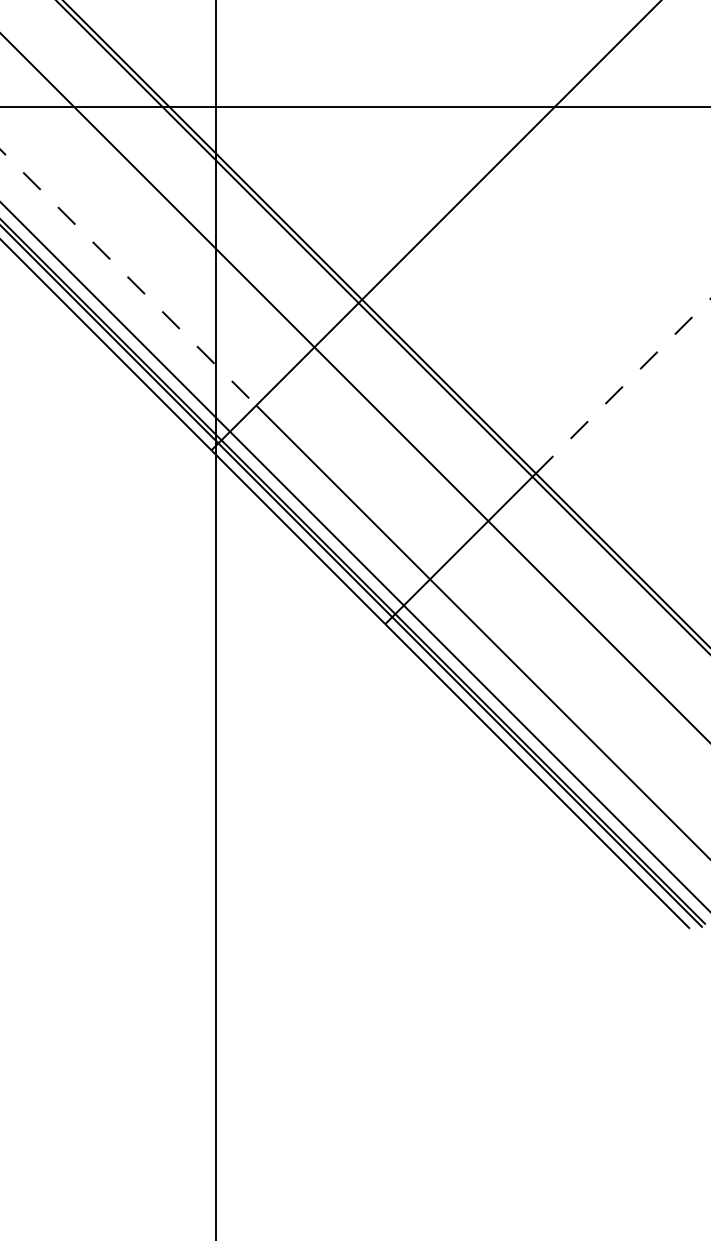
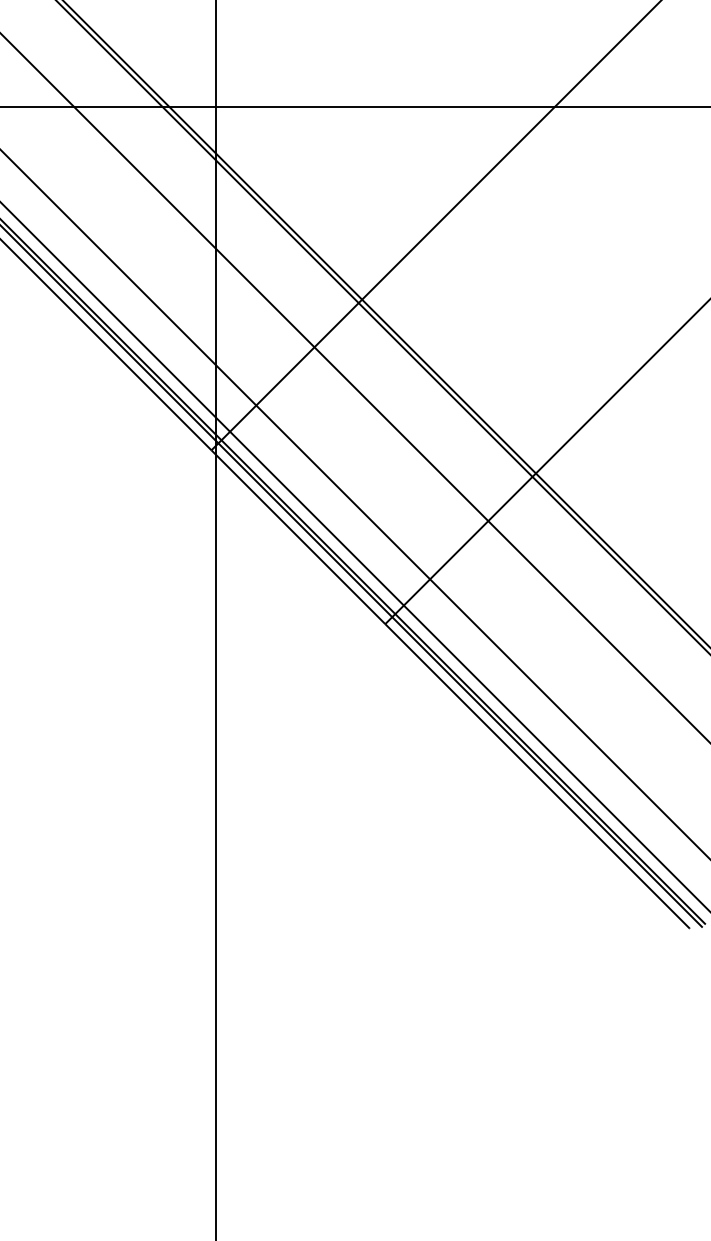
line at (128, 277): dashed -> solid
line at (623, 385): dashed -> solid
